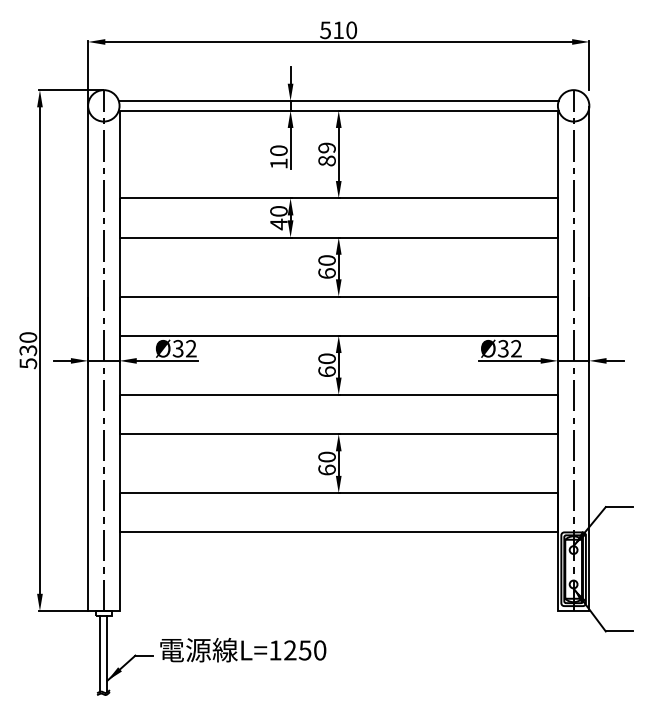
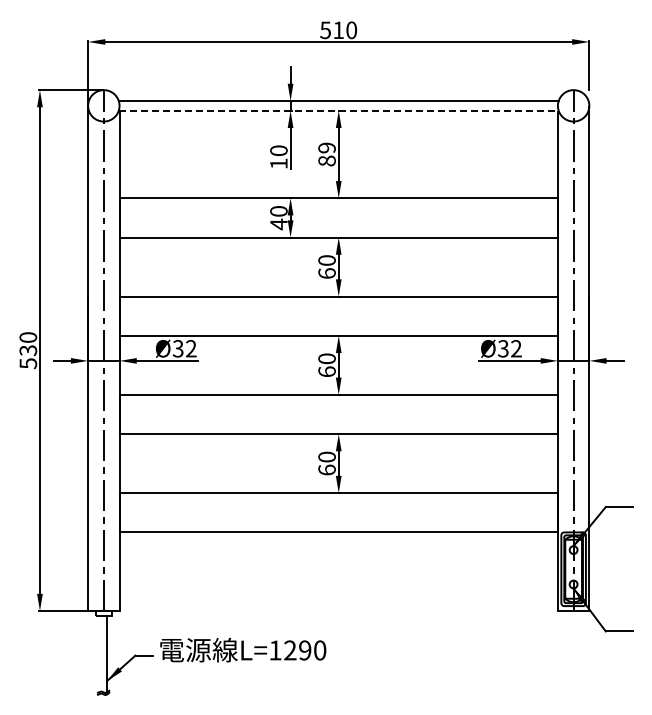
line at (338, 110): solid -> dashed
text at (305, 650): L=1250 -> L=1290
line at (100, 653): present -> none
